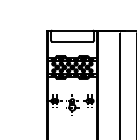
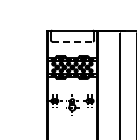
line at (73, 41): solid -> dashed
